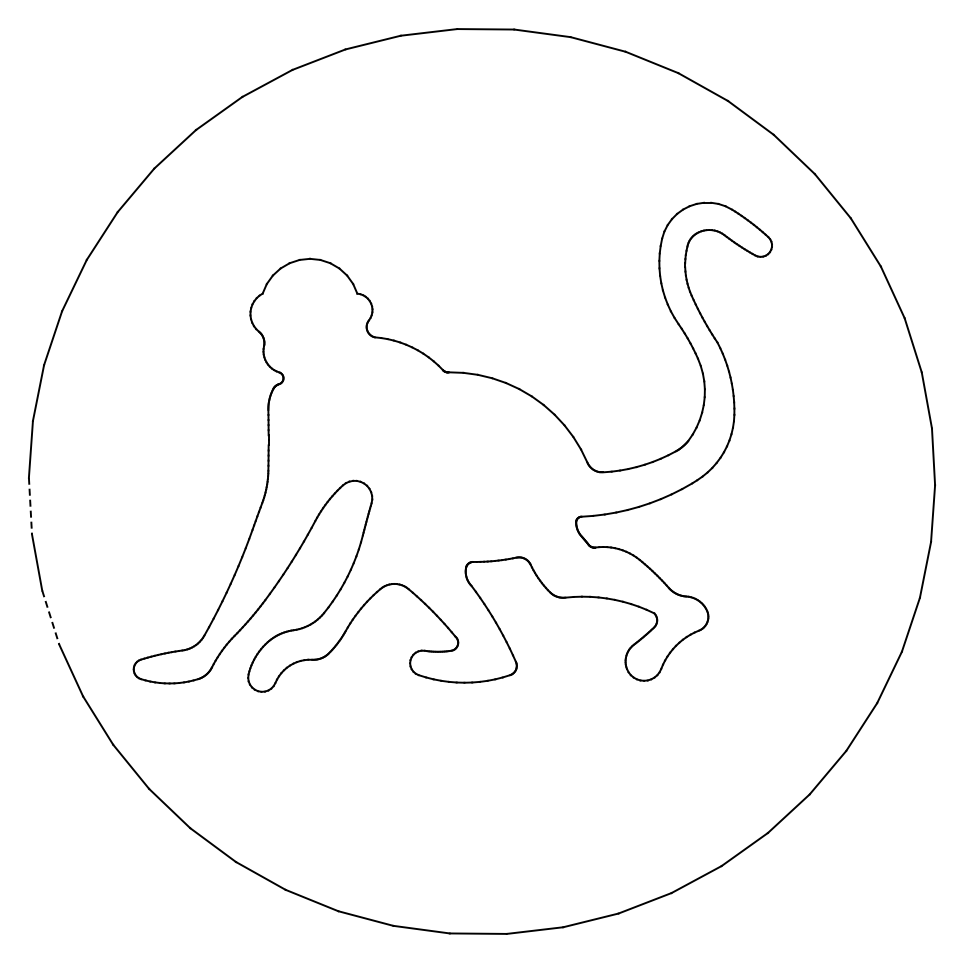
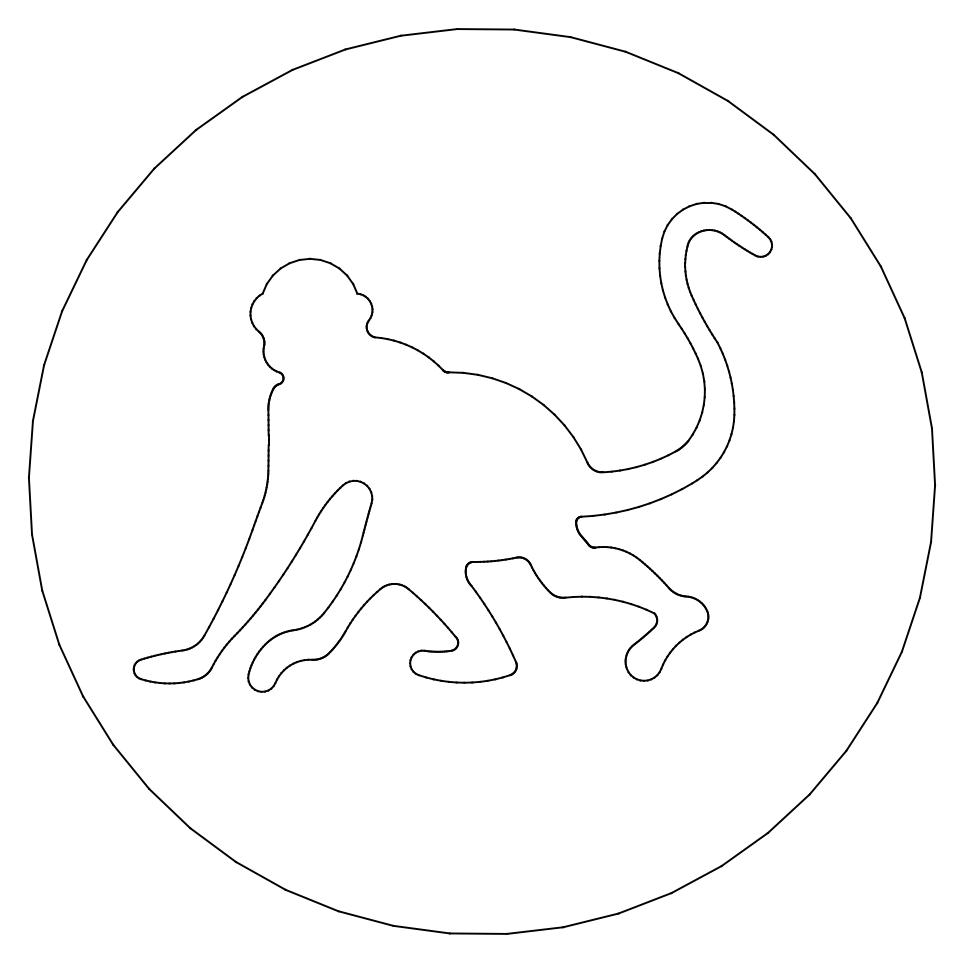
line at (30, 506): dashed -> solid
line at (50, 618): dashed -> solid
